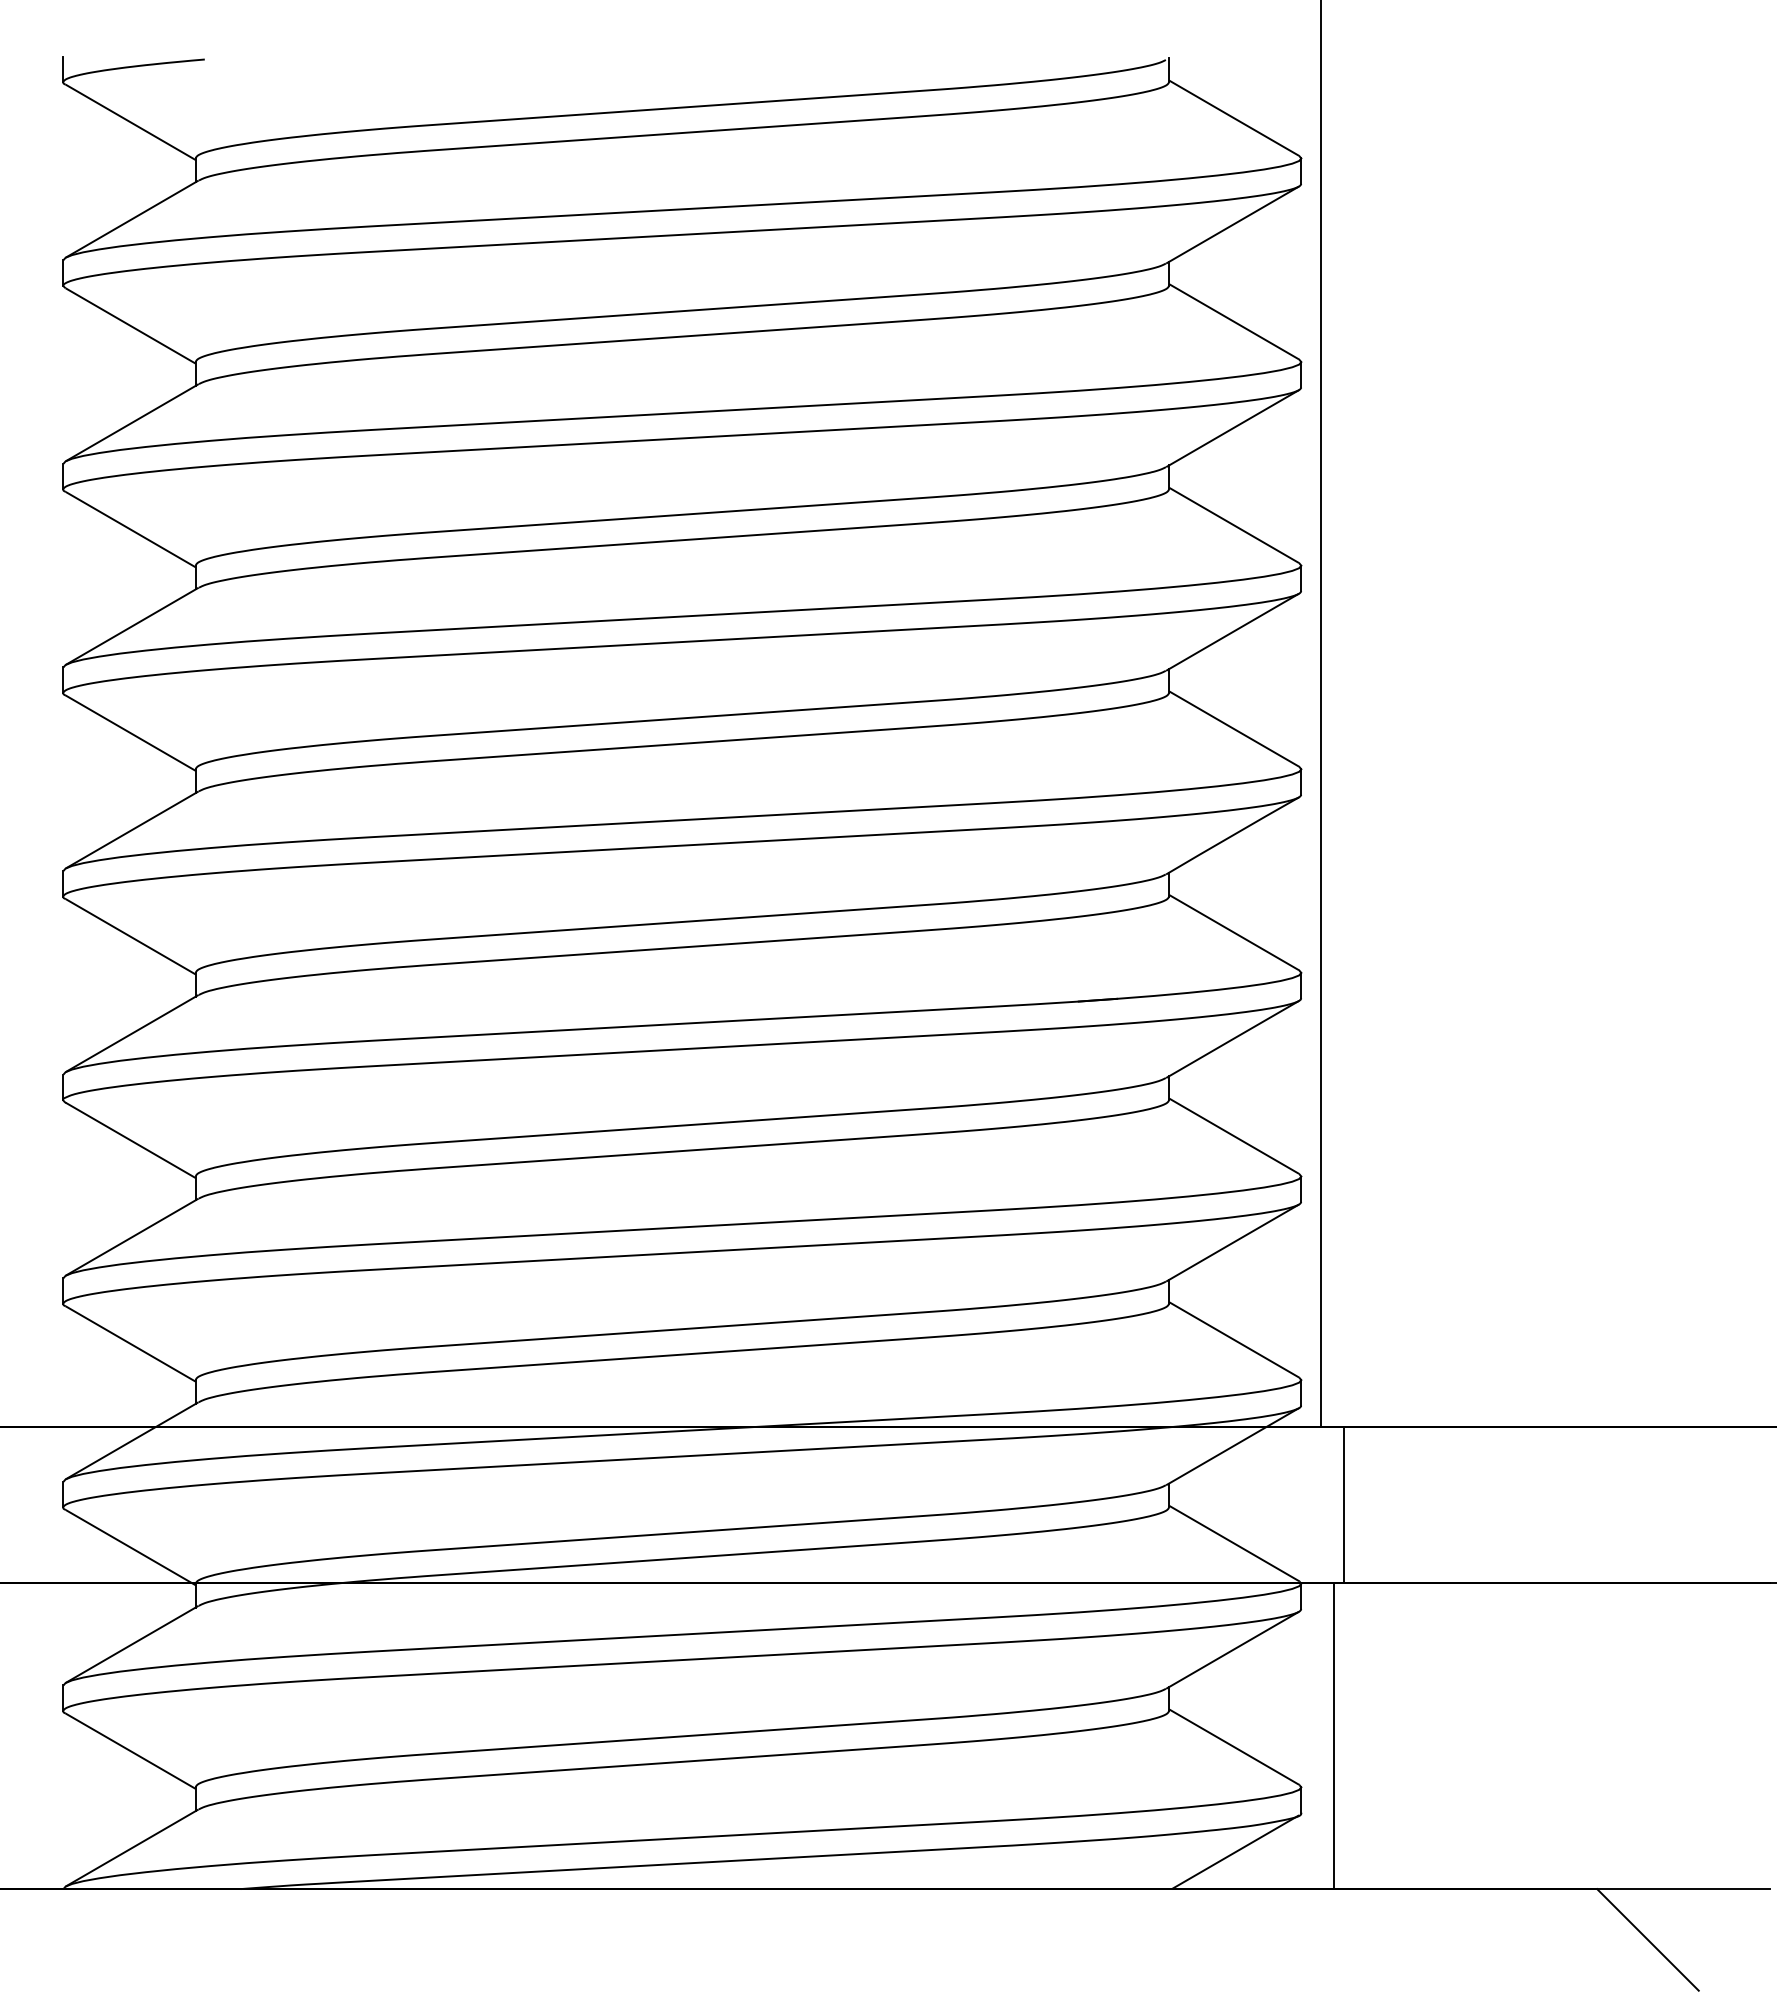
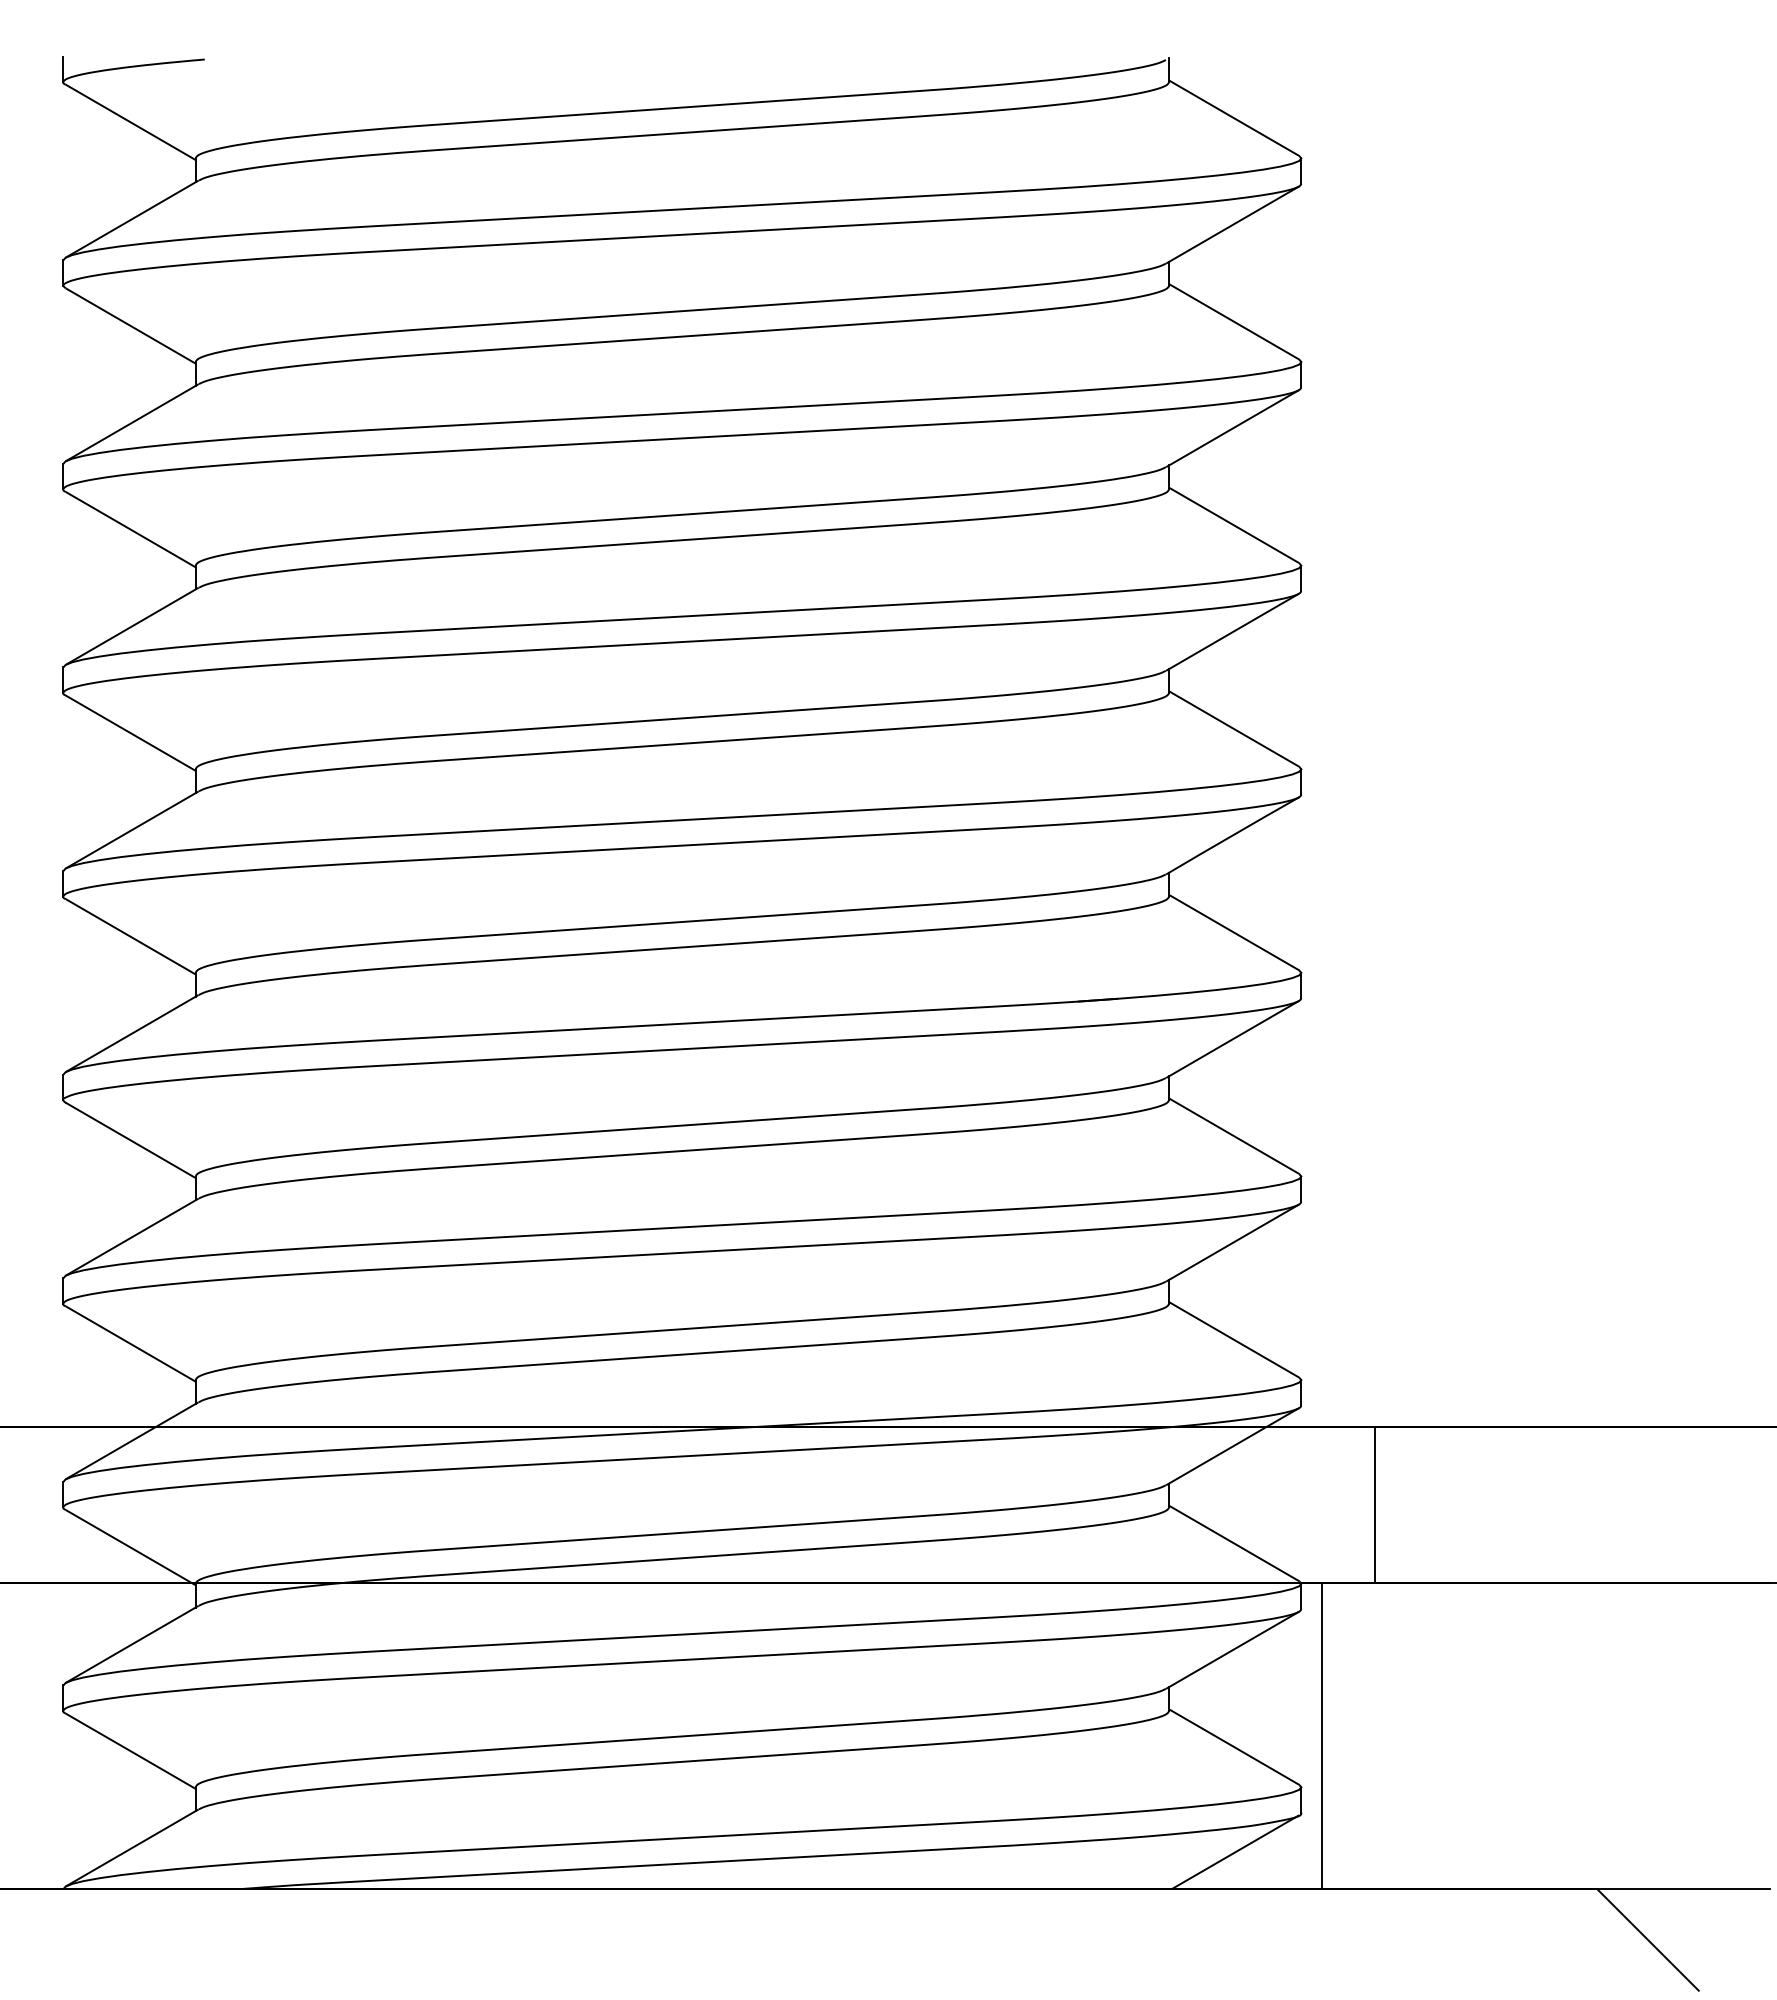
line at (1320, 714): present -> none
line at (1343, 1504) position: (1343, 1504) -> (1374, 1504)
line at (1333, 1735) position: (1333, 1735) -> (1321, 1735)
